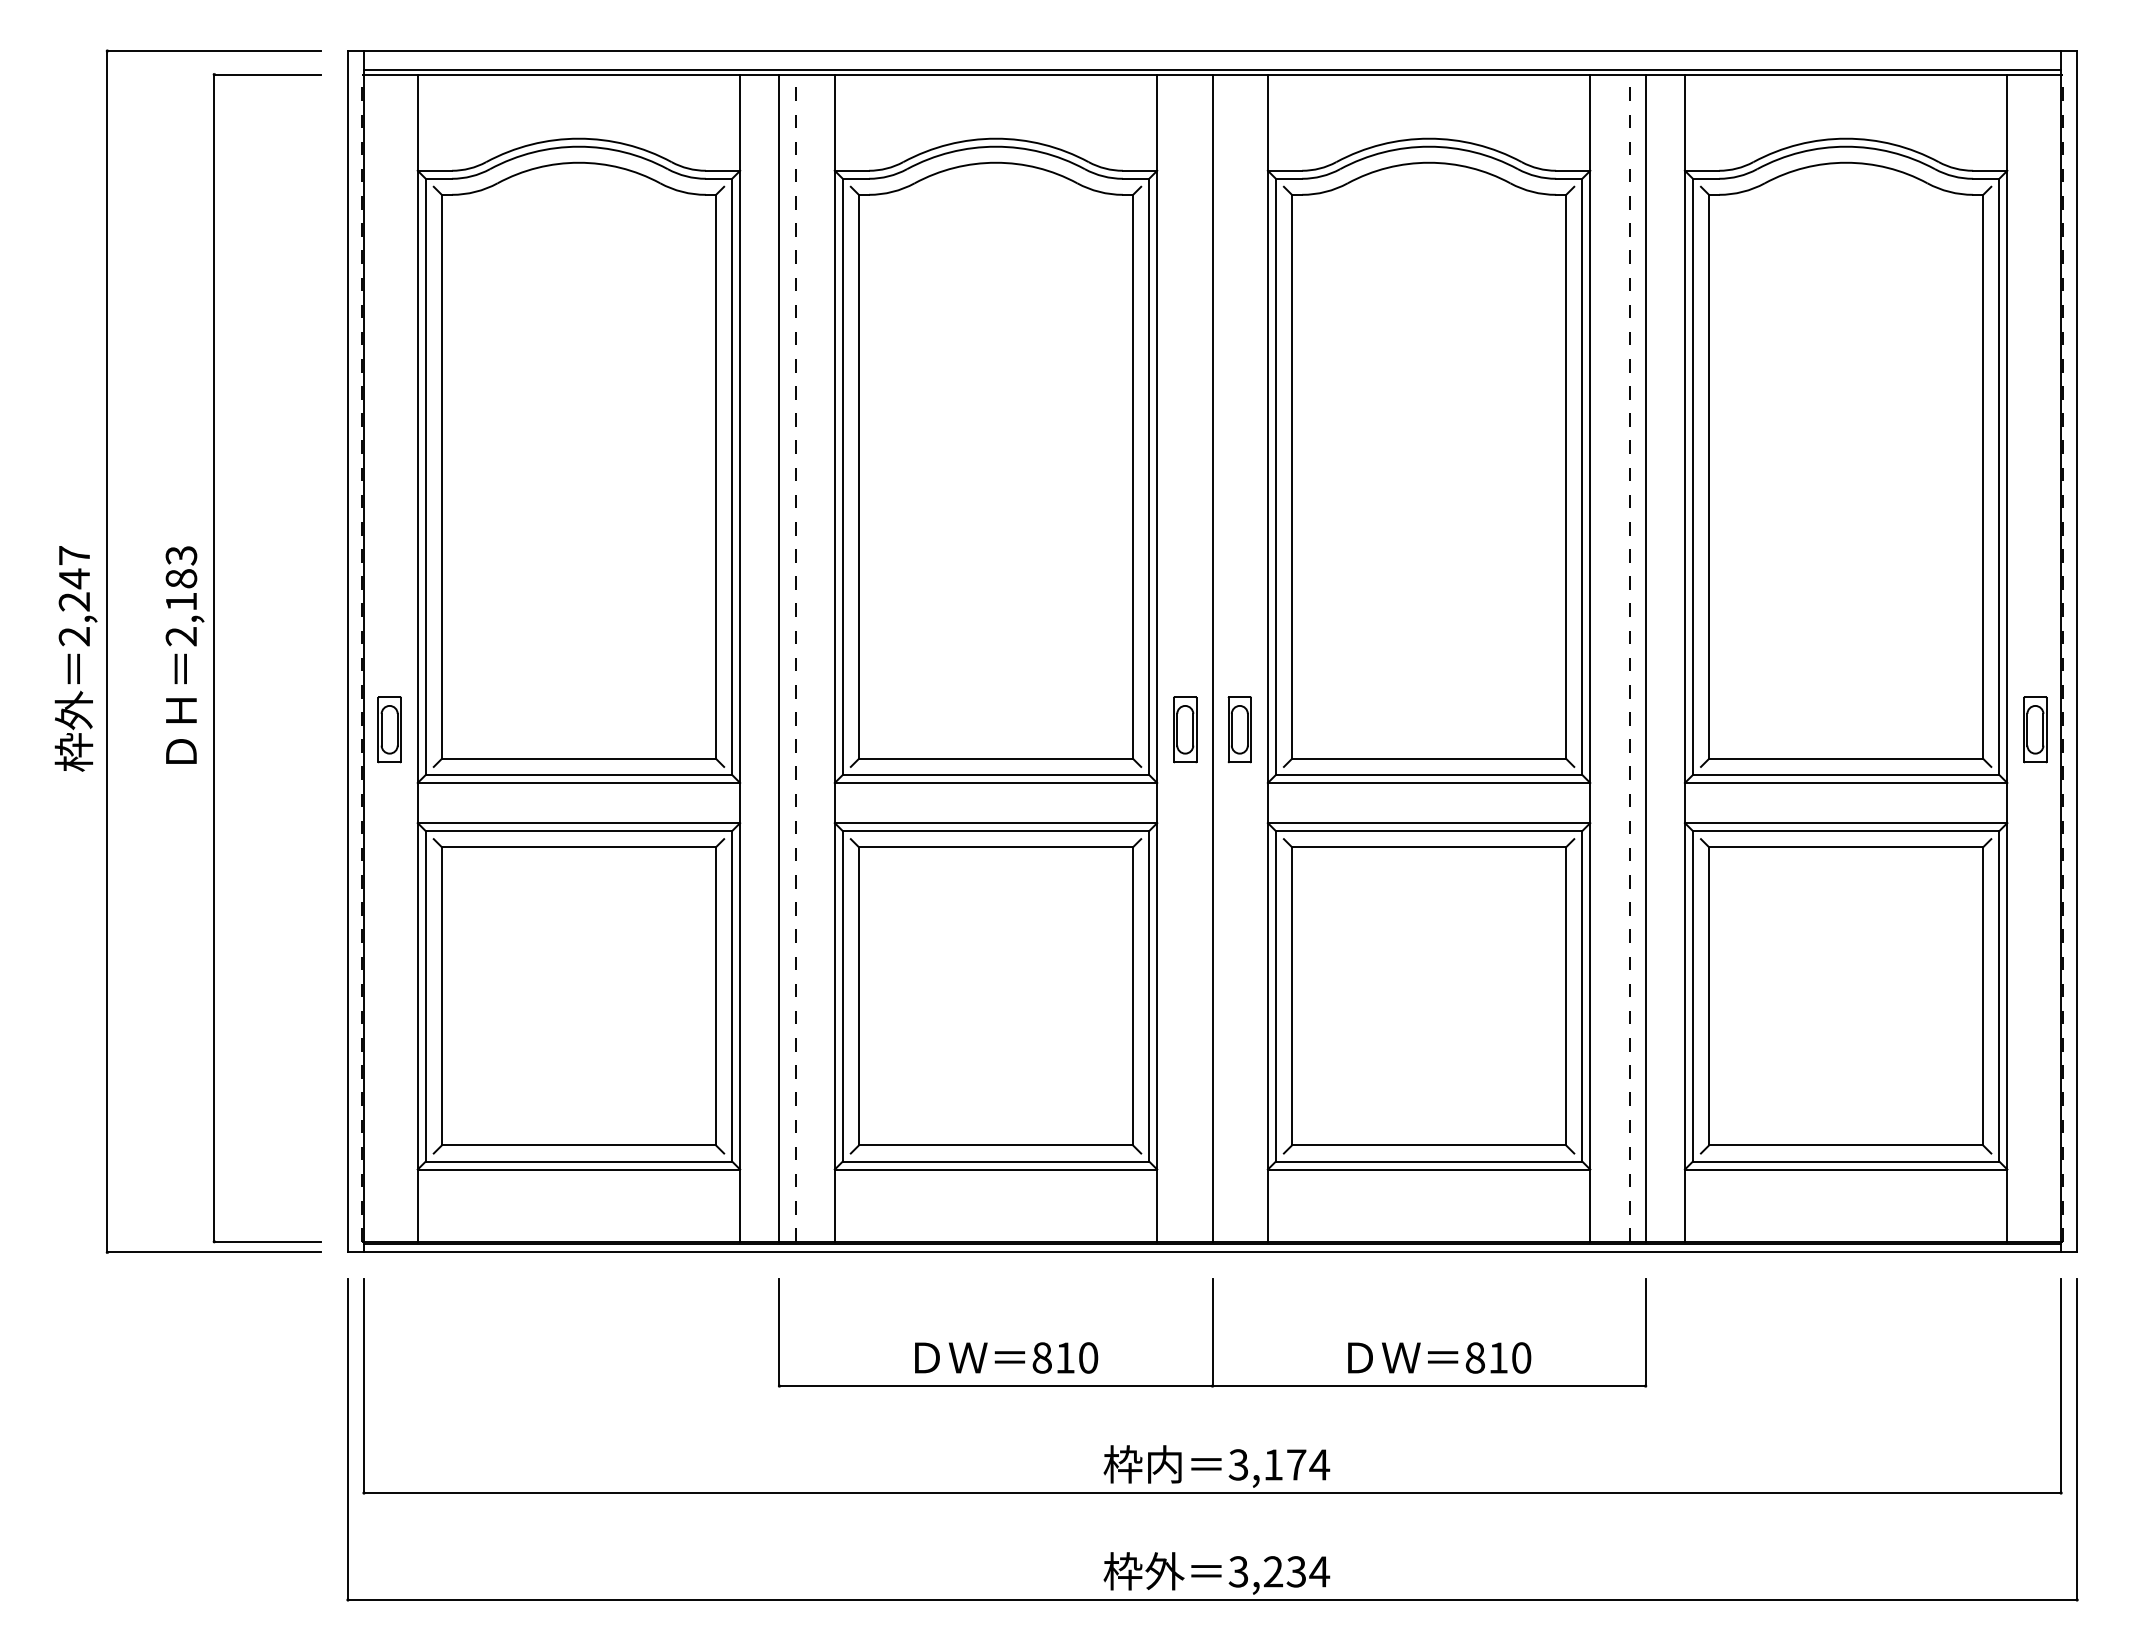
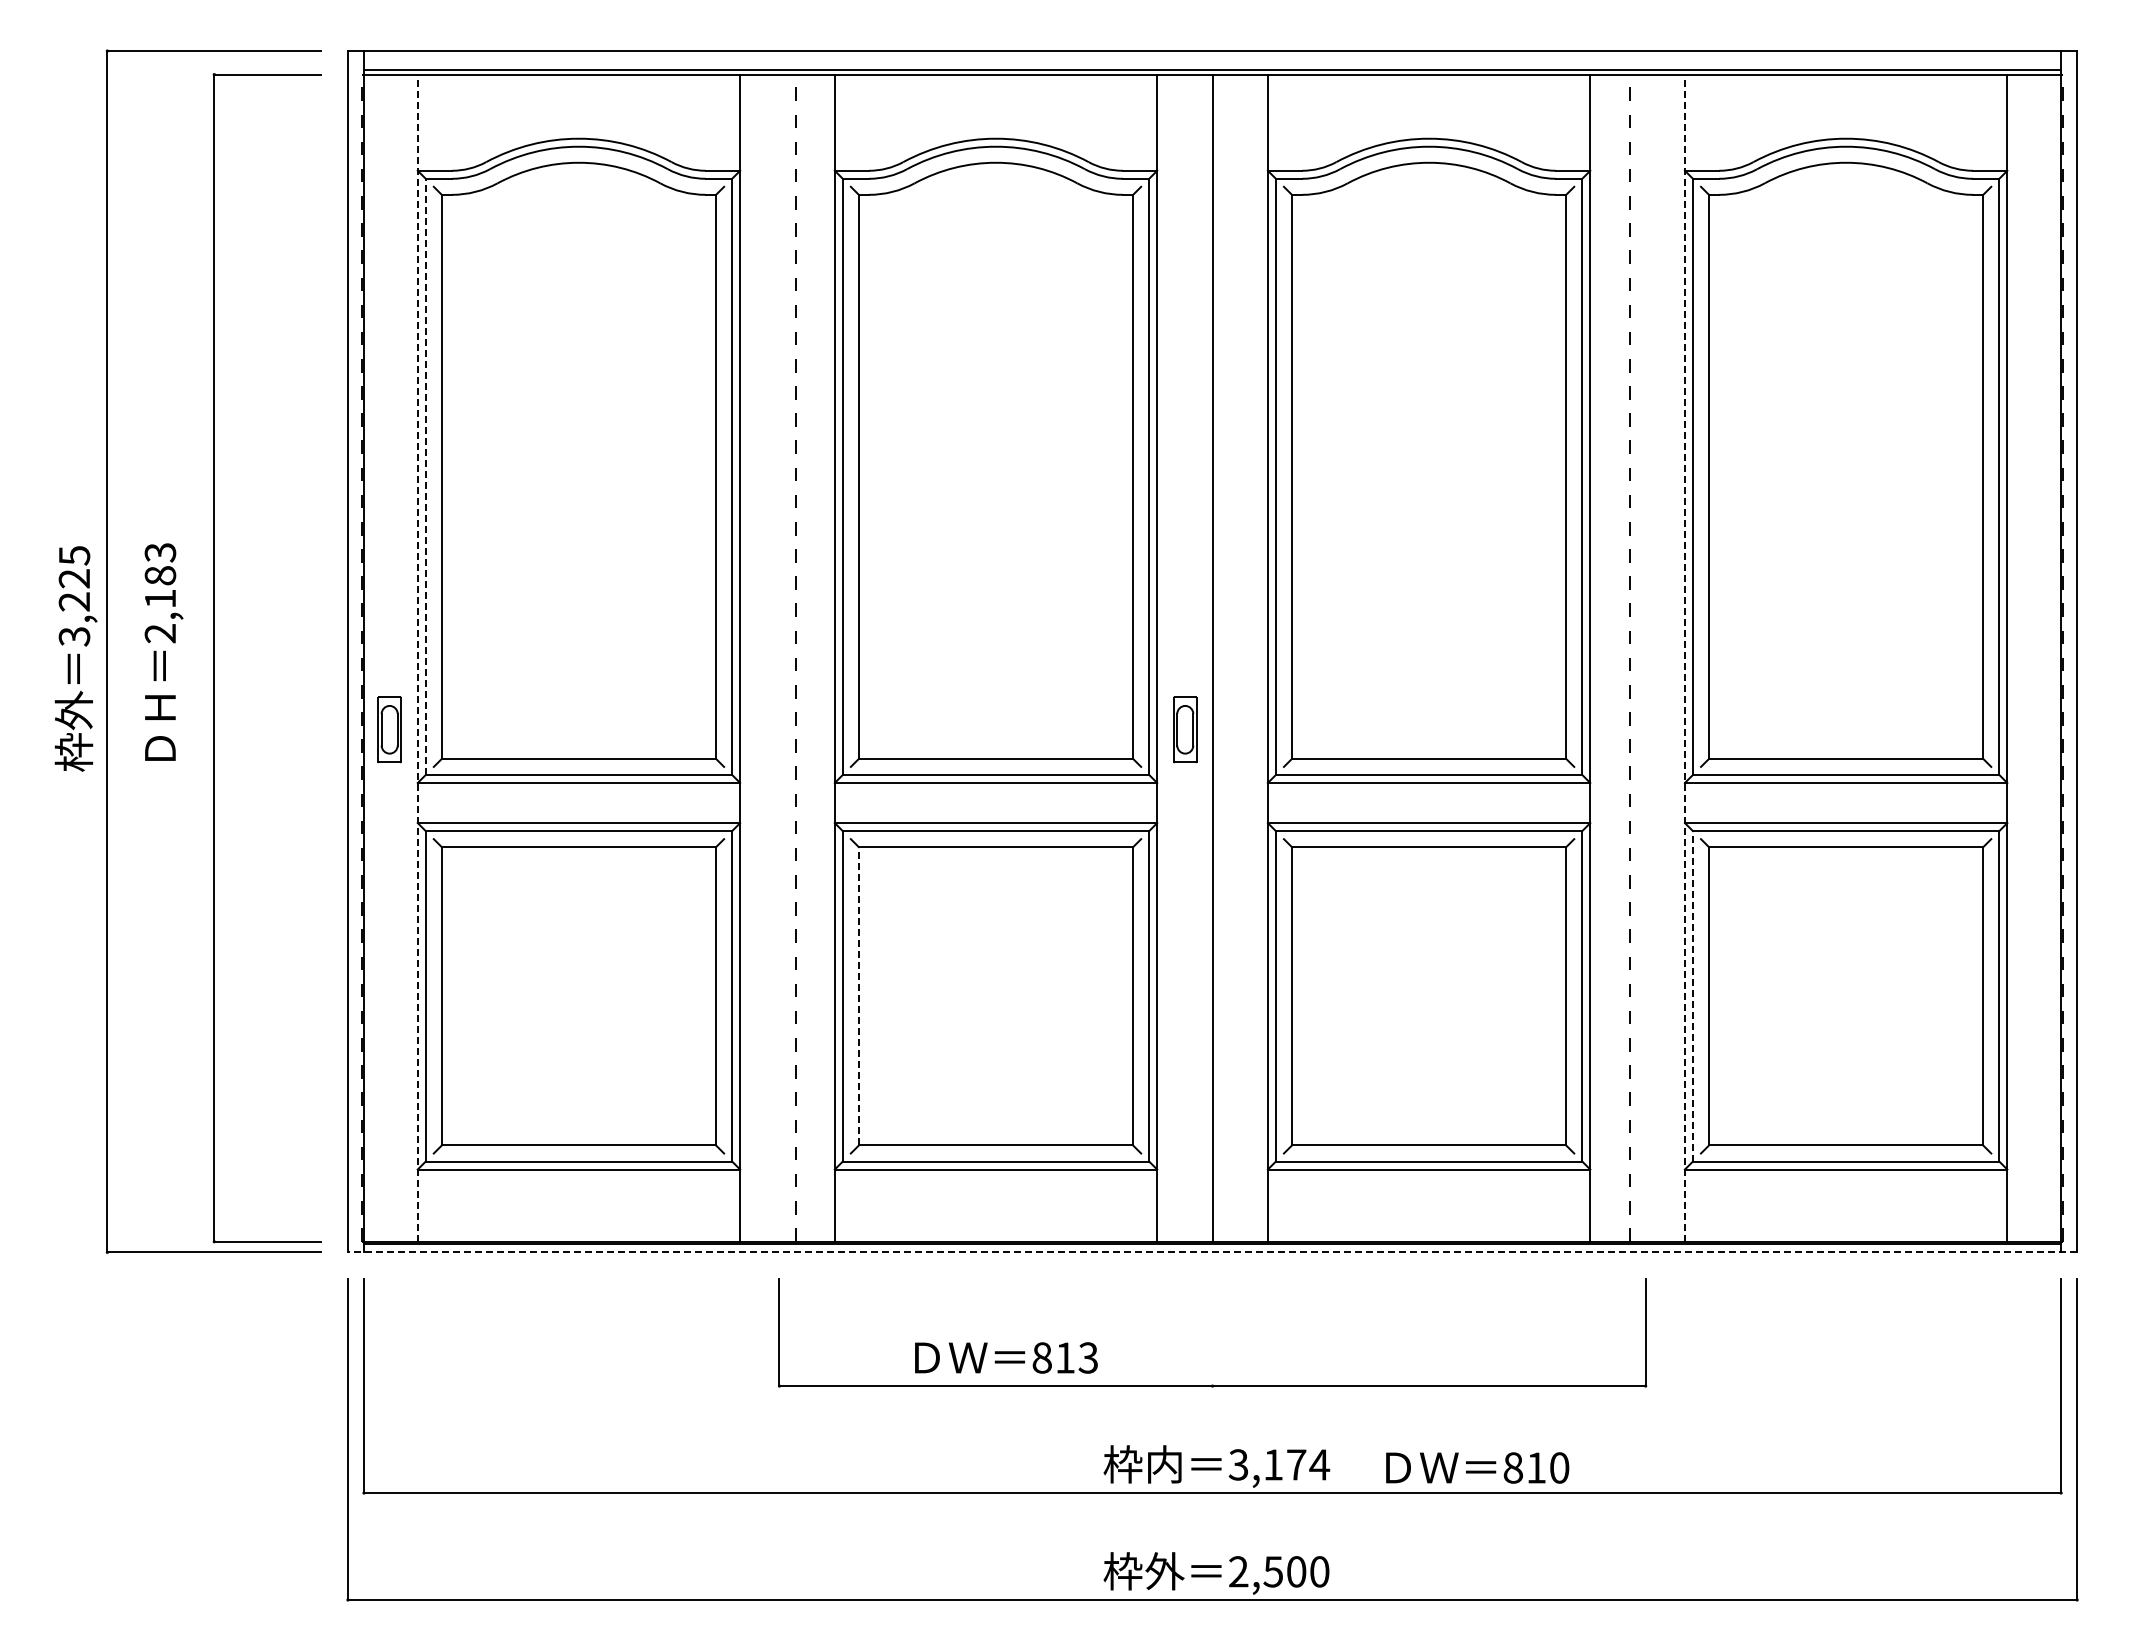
line at (425, 476): solid -> dashed
text at (74, 596): 2,247 -> 3,225
text at (184, 654) position: (184, 654) -> (163, 651)
line at (779, 657): present -> none
line at (1645, 657): present -> none
line at (417, 658): solid -> dashed
line at (1684, 658): solid -> dashed
part at (1239, 729): present -> none
part at (2035, 729): present -> none
line at (858, 995): solid -> dashed
line at (1692, 995): solid -> dashed
line at (1212, 1252): solid -> dashed
line at (1212, 1332): present -> none
text at (1088, 1357): 810 -> 813
text at (1439, 1357) position: (1439, 1357) -> (1477, 1467)
text at (1279, 1571): 3,234 -> 2,500
